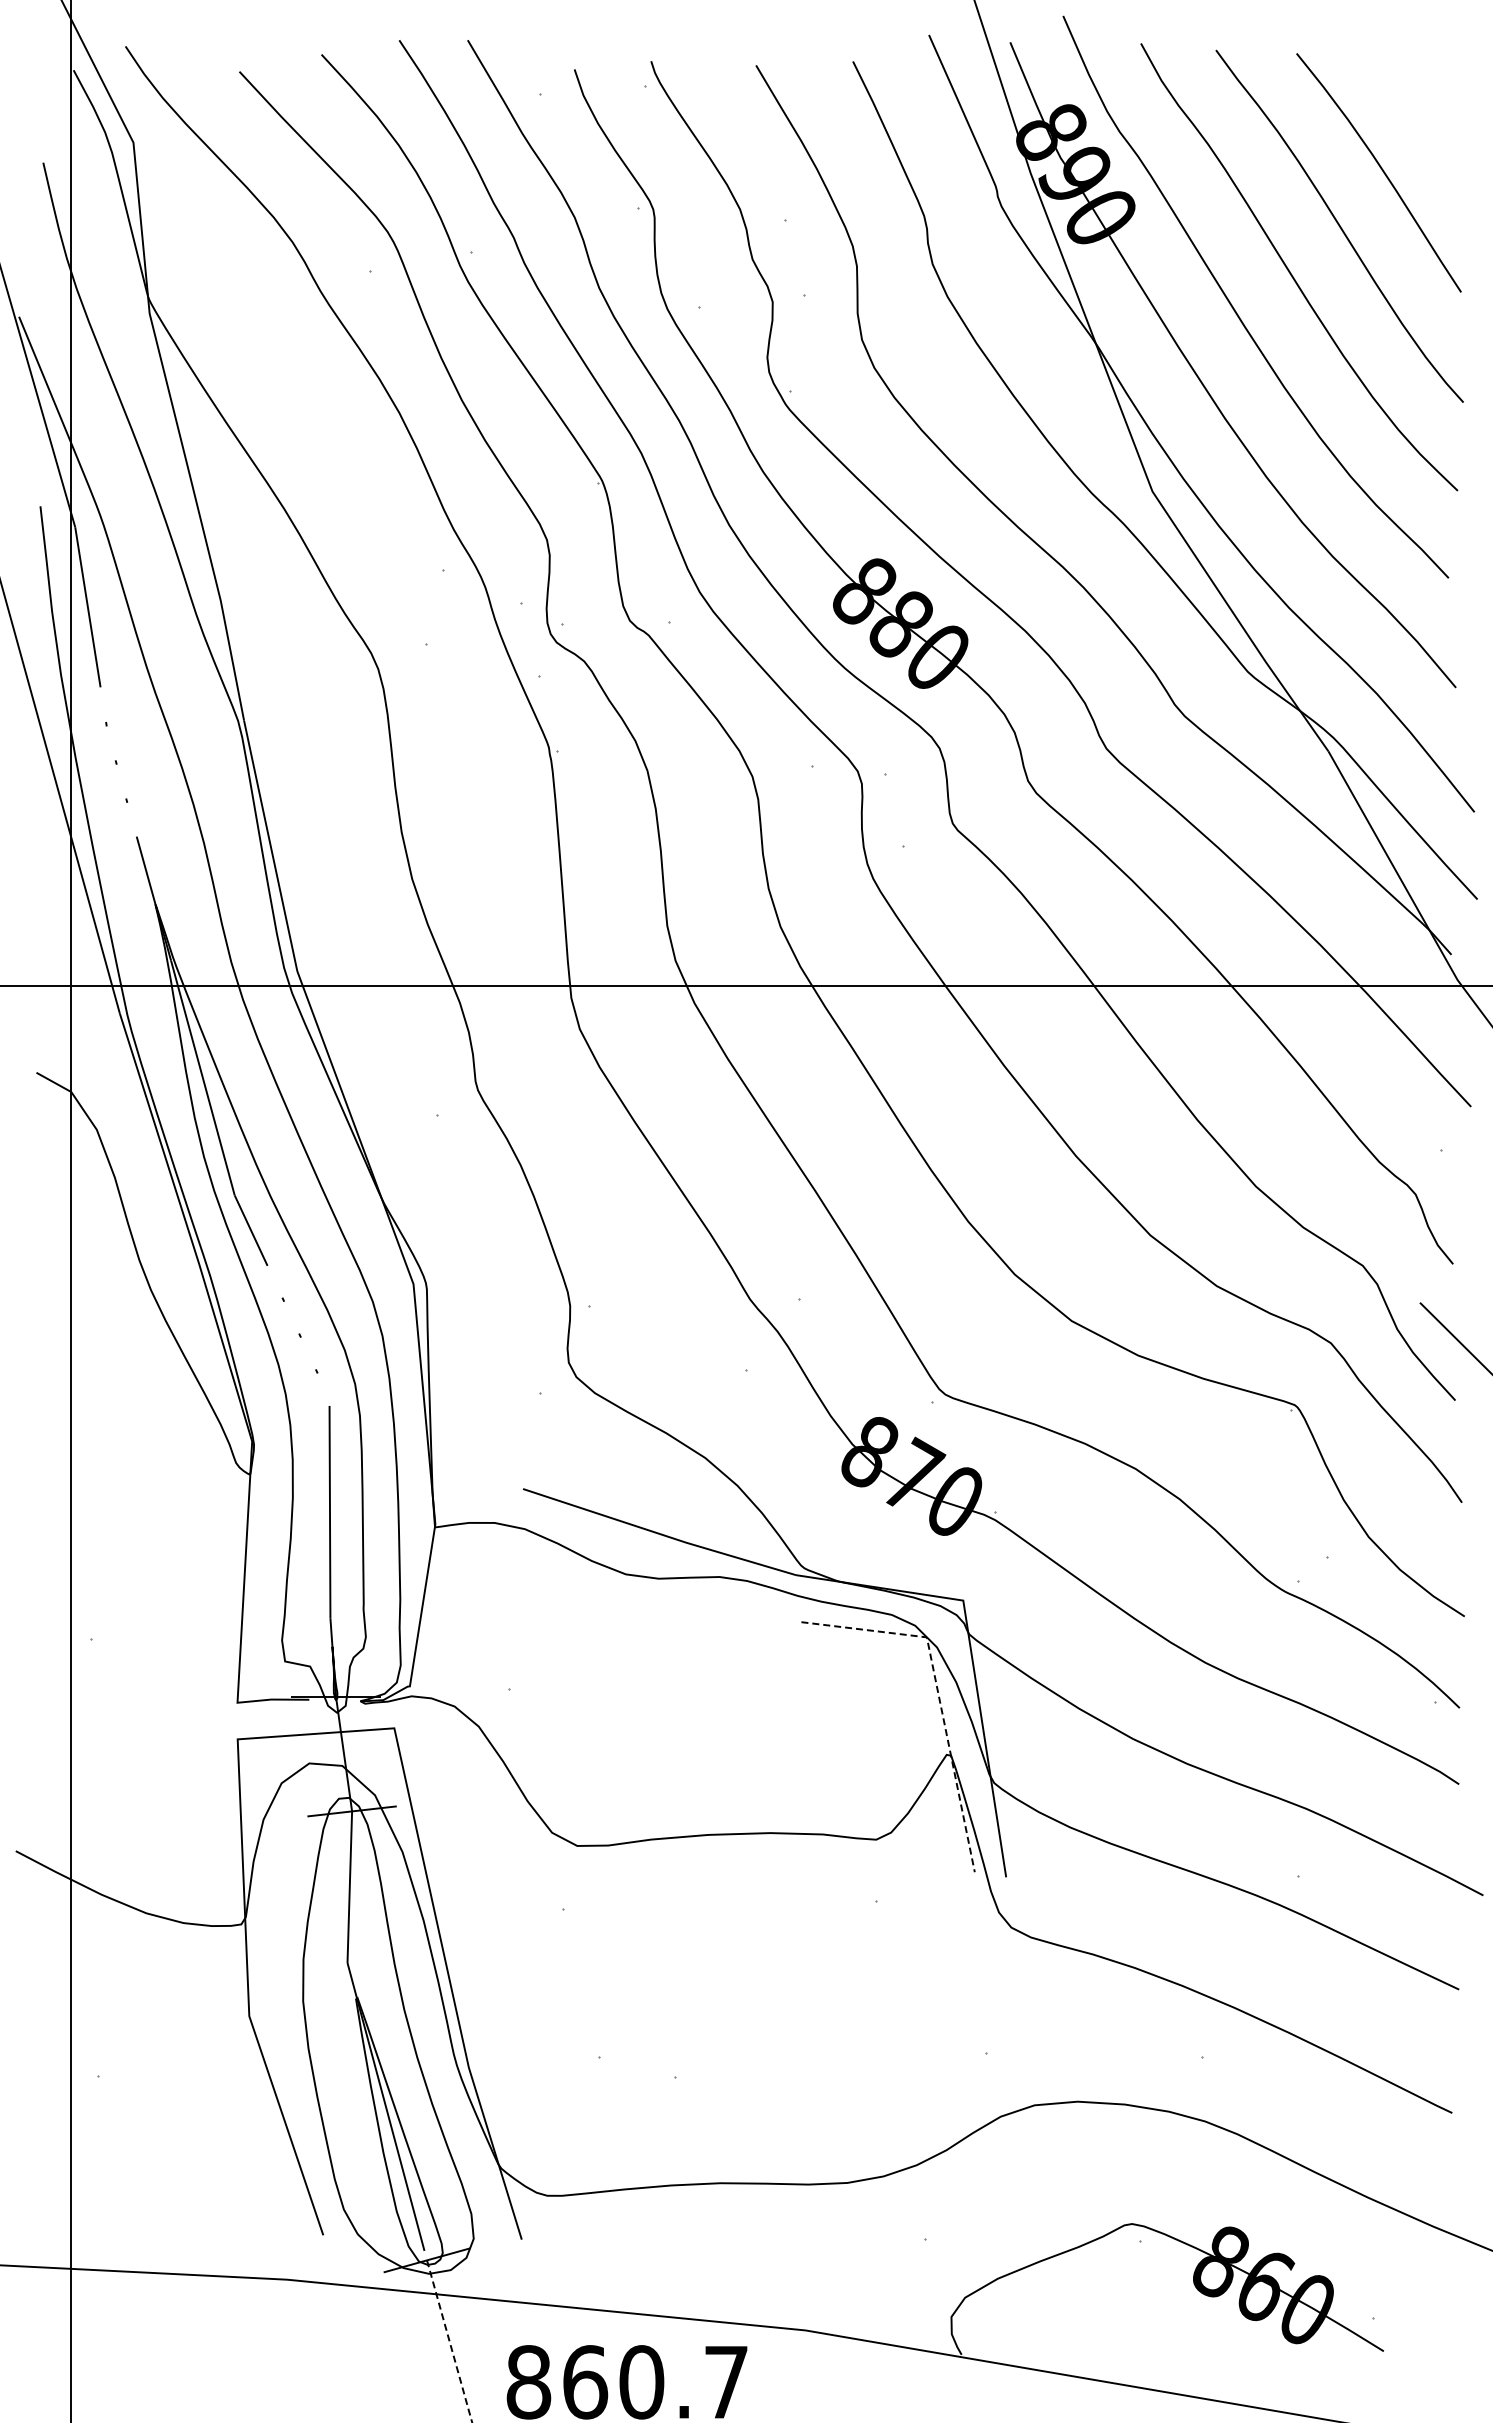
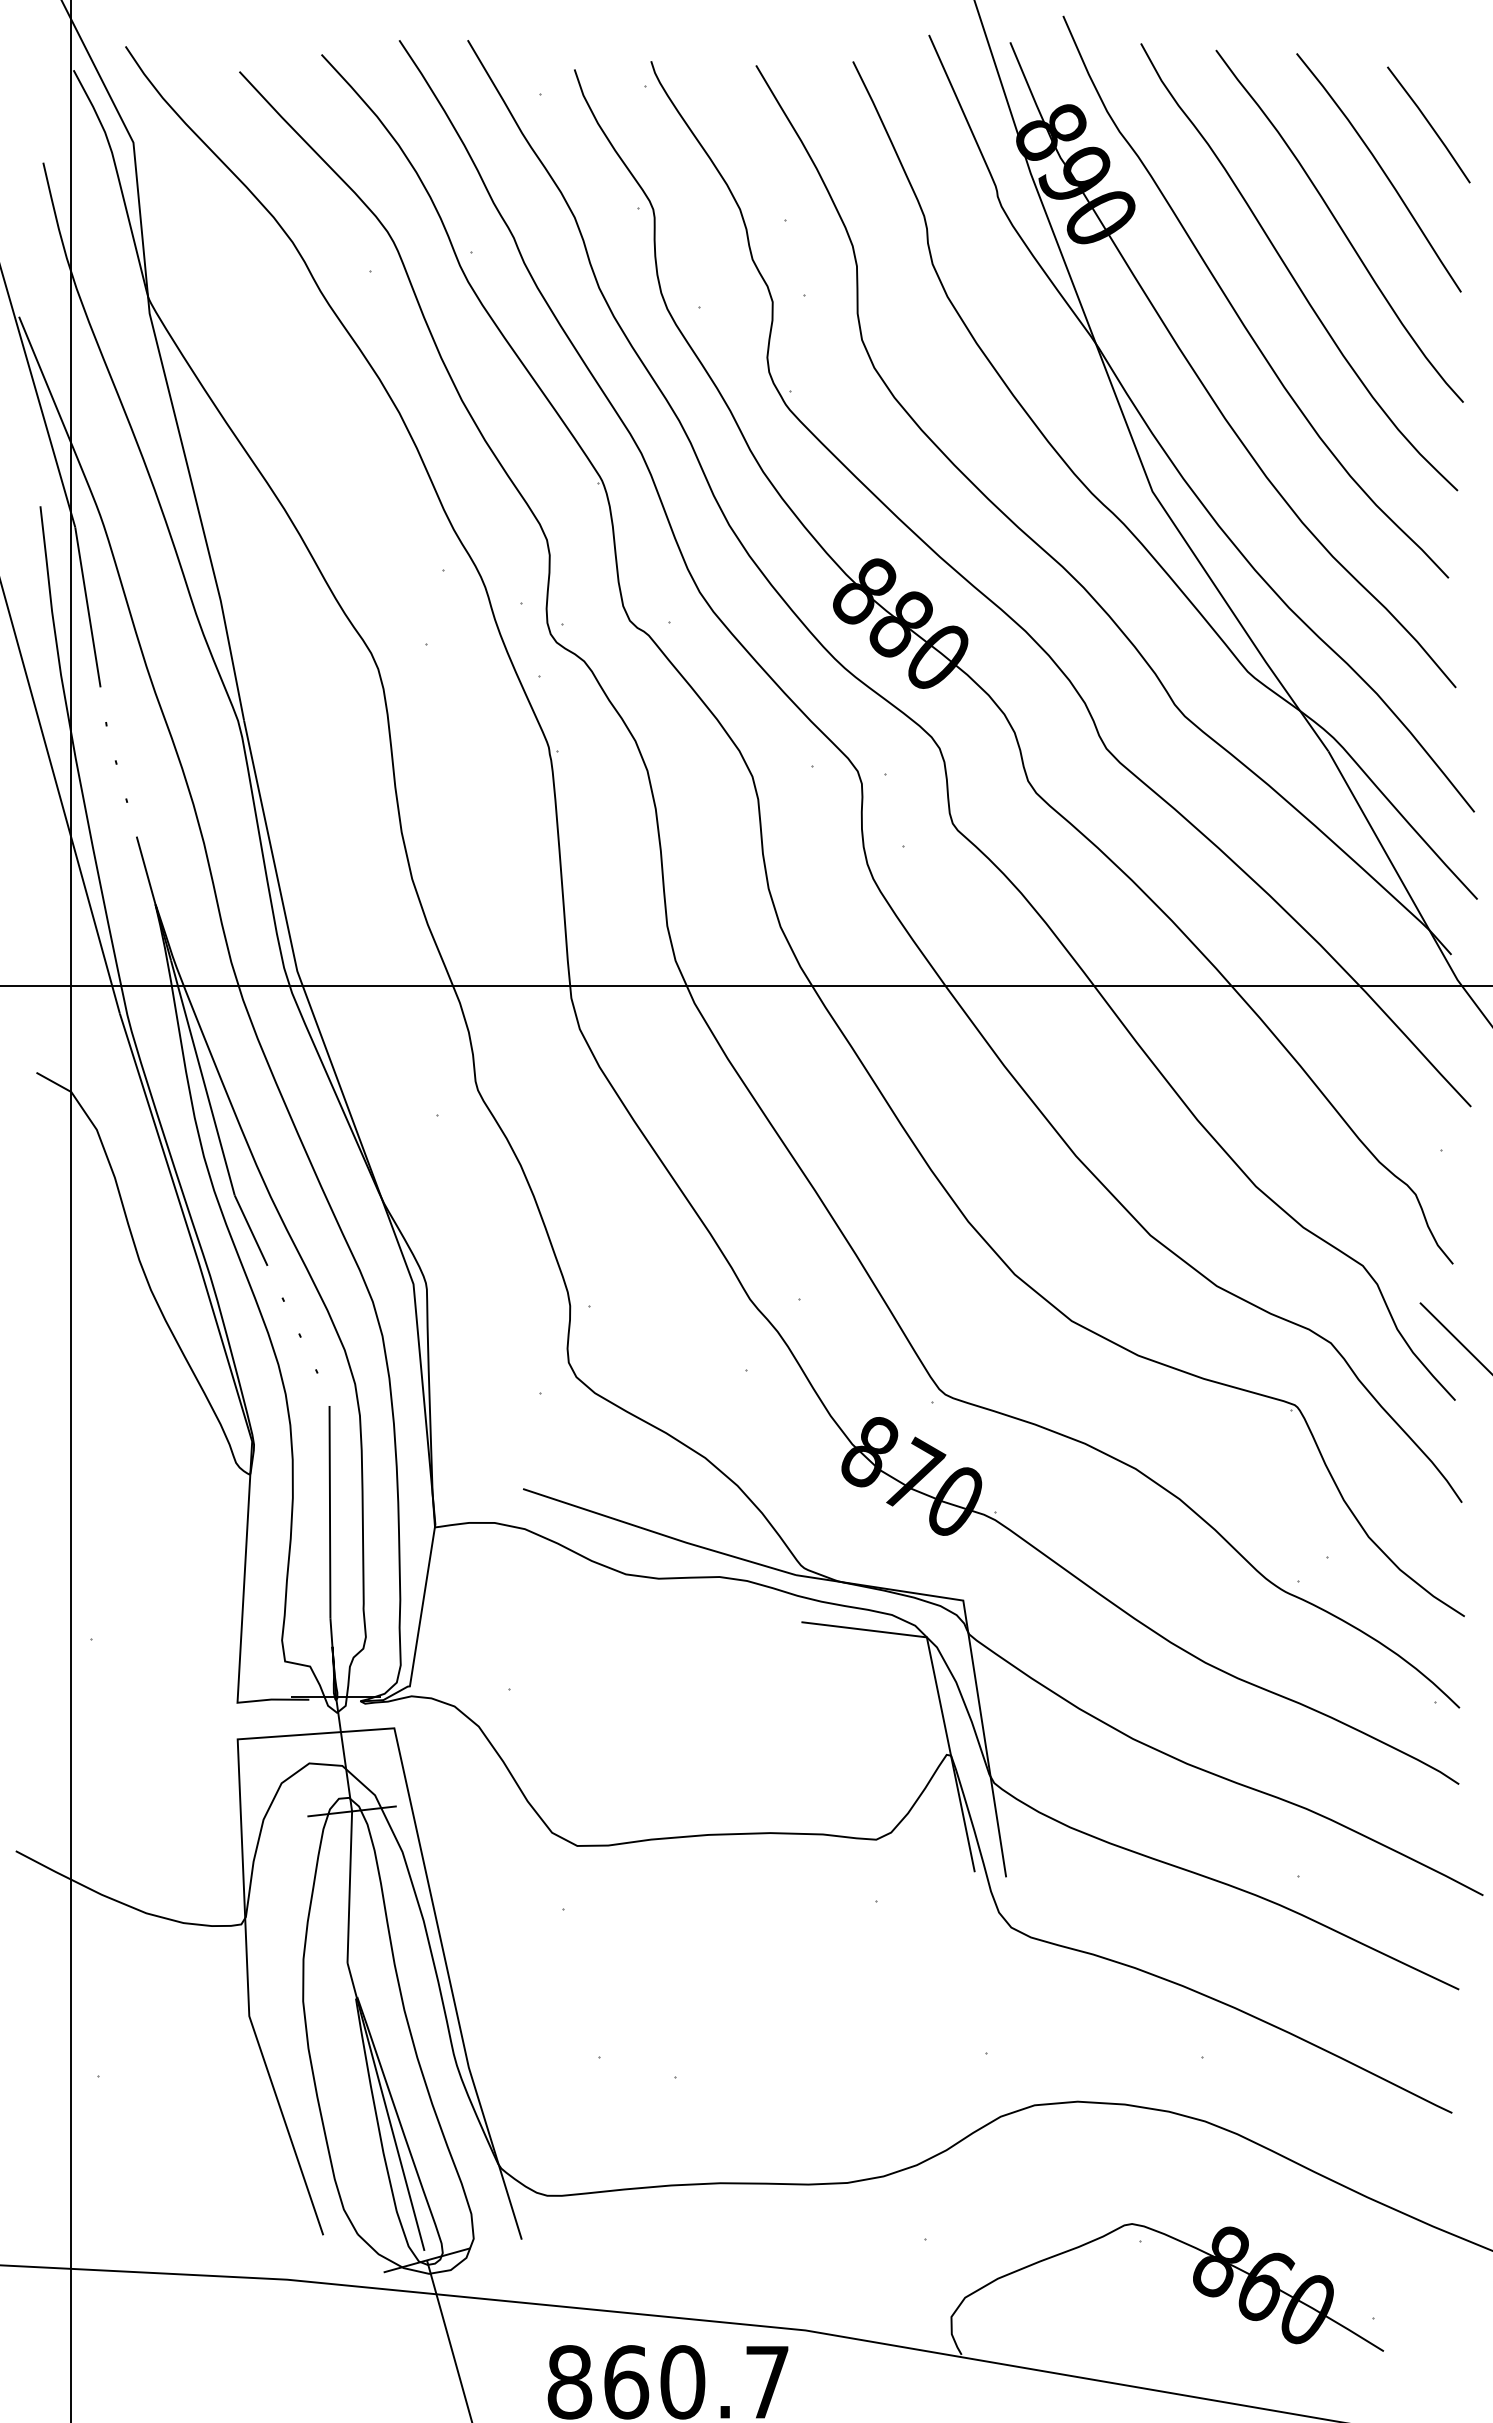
line at (1428, 124): none -> present
line at (938, 1692): dashed -> solid
line at (449, 2341): dashed -> solid
text at (626, 2382) position: (626, 2382) -> (667, 2382)
